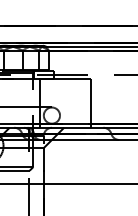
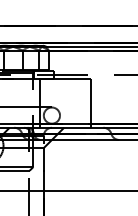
line at (68, 184) position: (68, 184) -> (68, 191)
